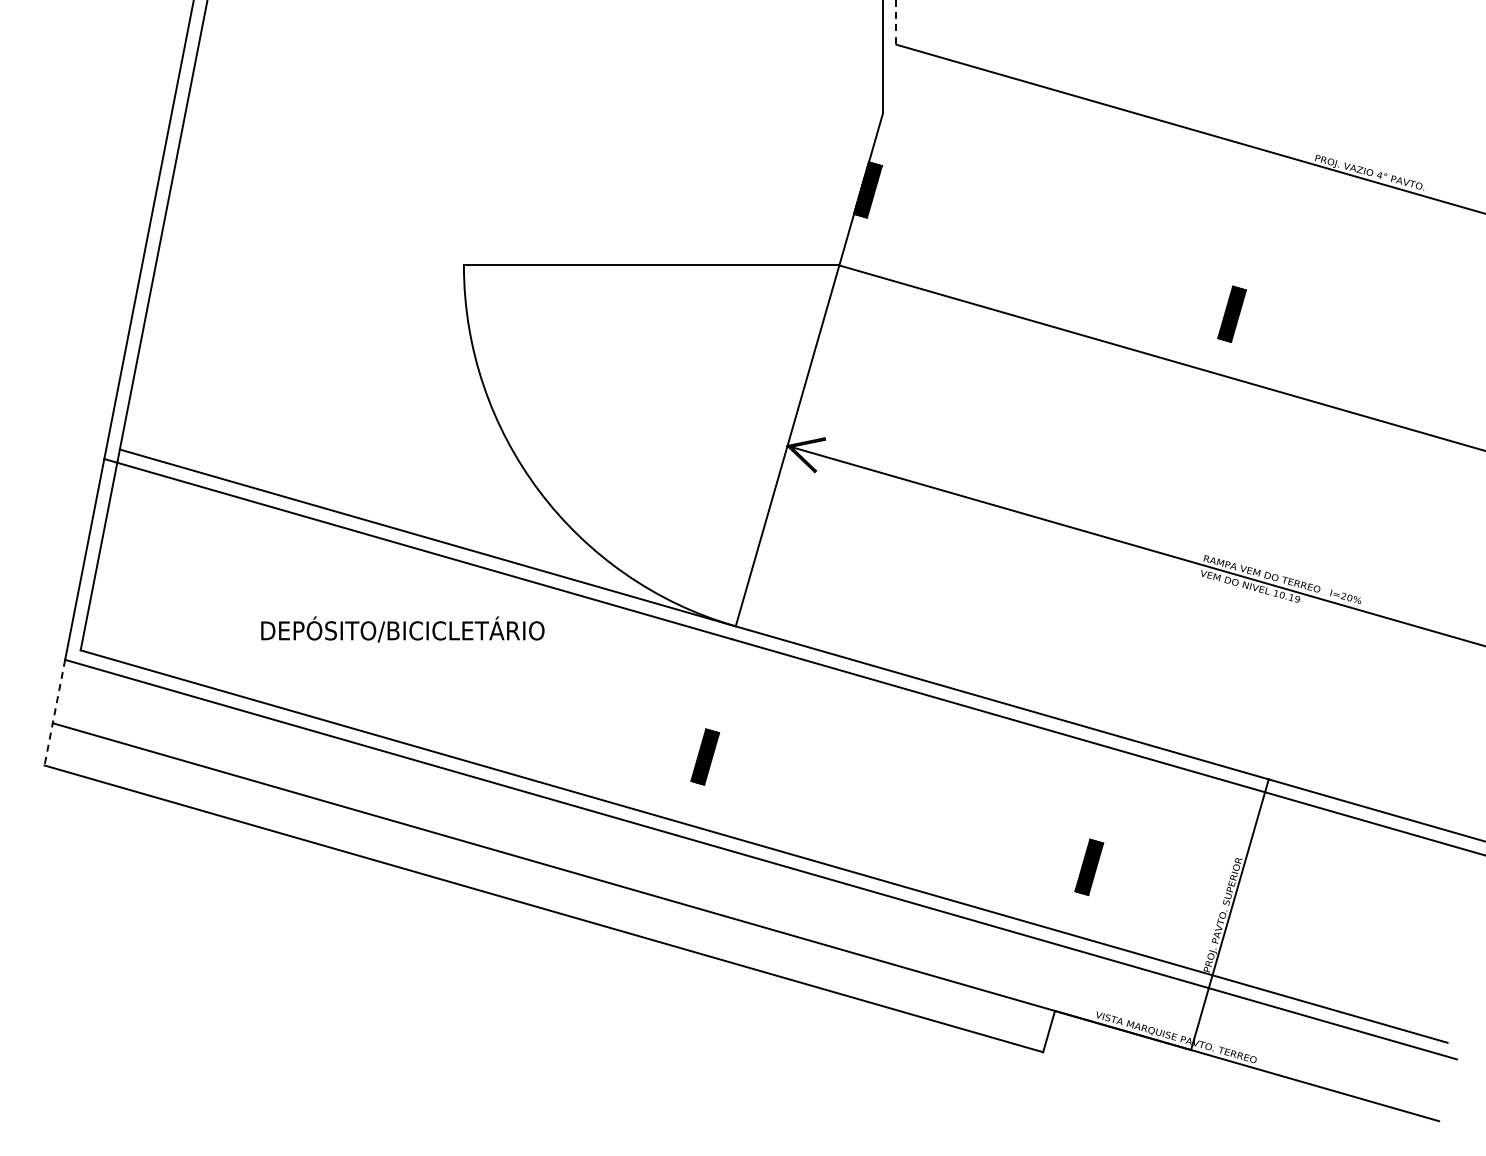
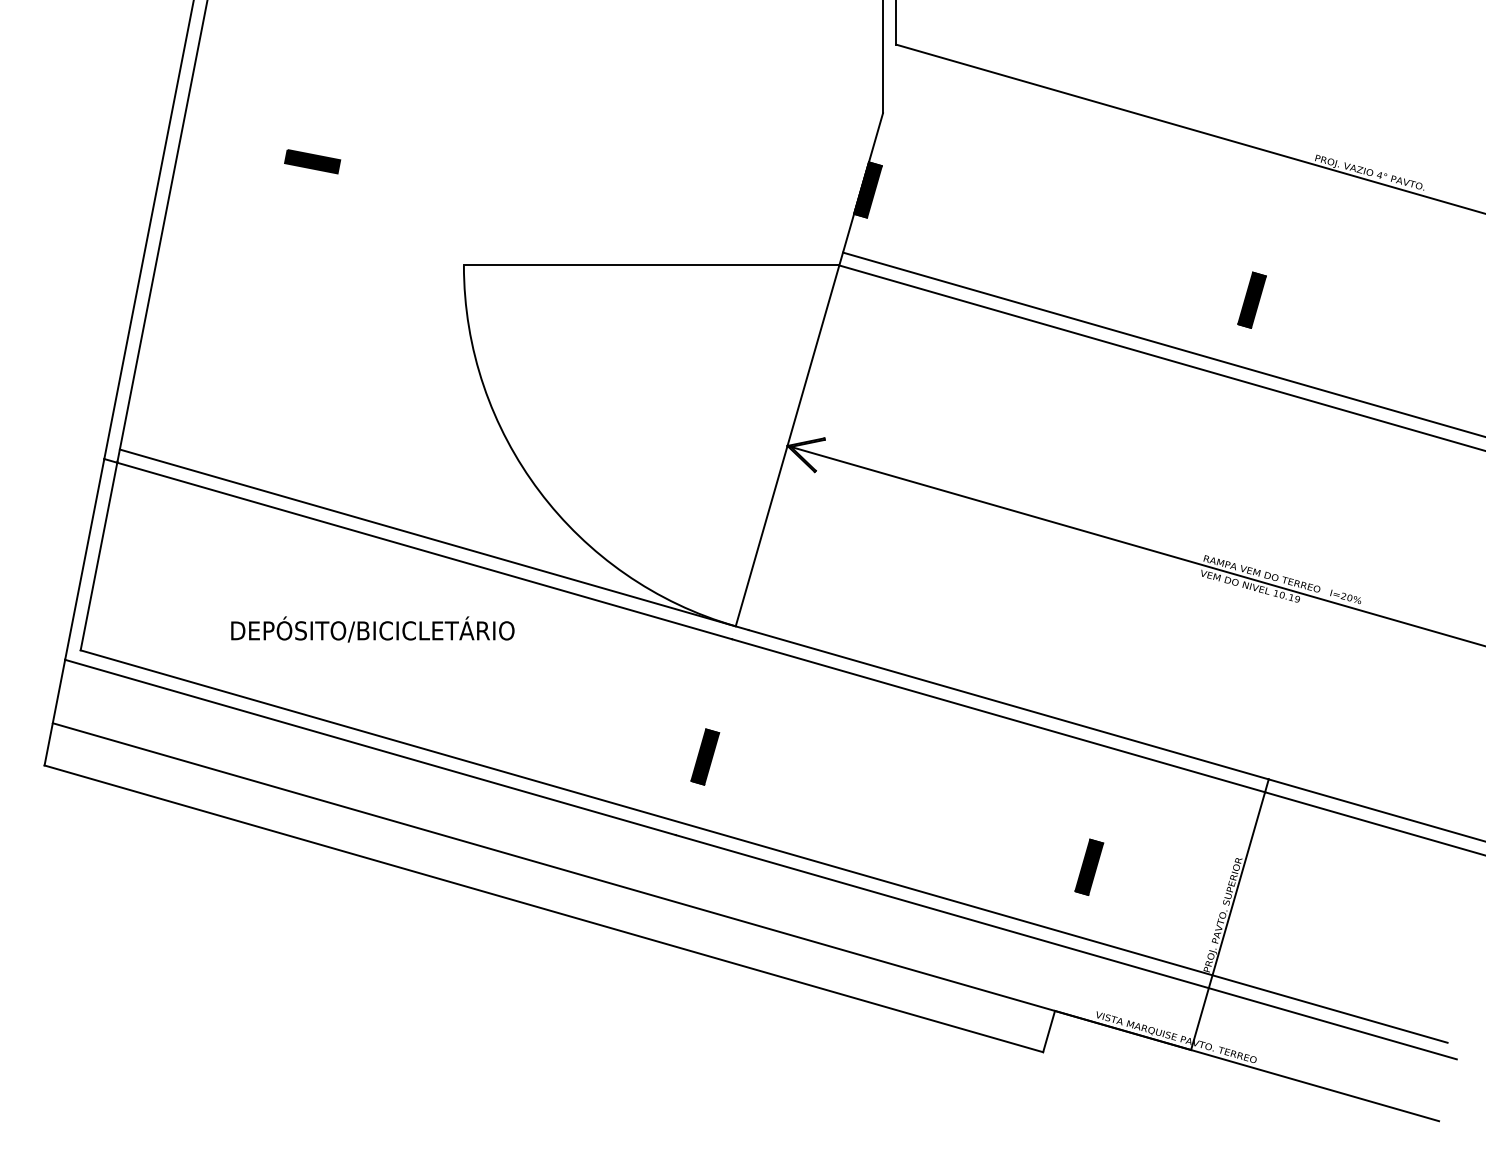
line at (896, 23): dashed -> solid
part at (312, 161): none -> present
part at (1231, 313) position: (1231, 313) -> (1251, 299)
line at (1162, 344): none -> present
text at (402, 629) position: (402, 629) -> (372, 629)
line at (54, 712): dashed -> solid
